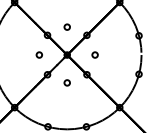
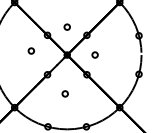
circle at (38, 54) position: (38, 54) -> (30, 50)
circle at (66, 82) position: (66, 82) -> (64, 93)
